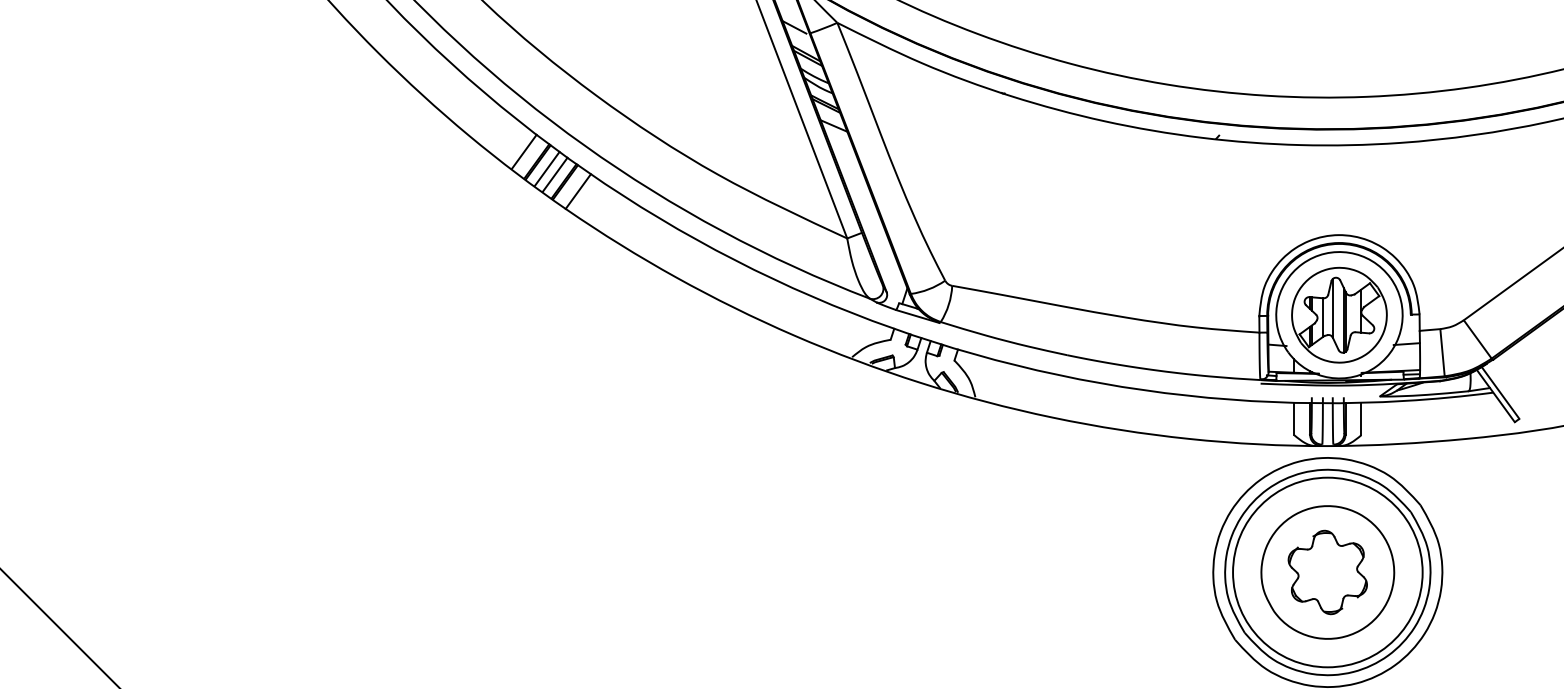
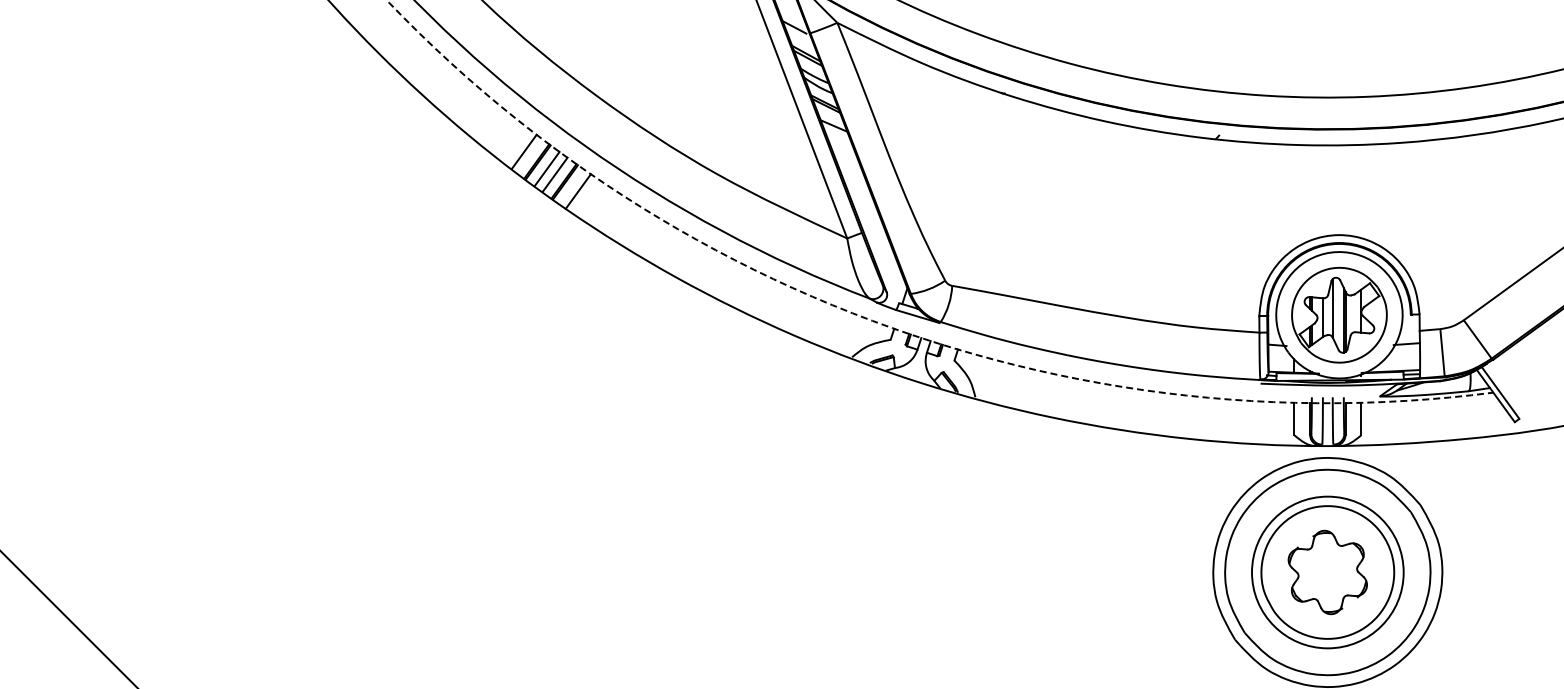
arc at (893, 328): solid -> dashed
circle at (1327, 572) diameter: 190 px -> 152 px
line at (59, 627) position: (59, 627) -> (68, 618)
